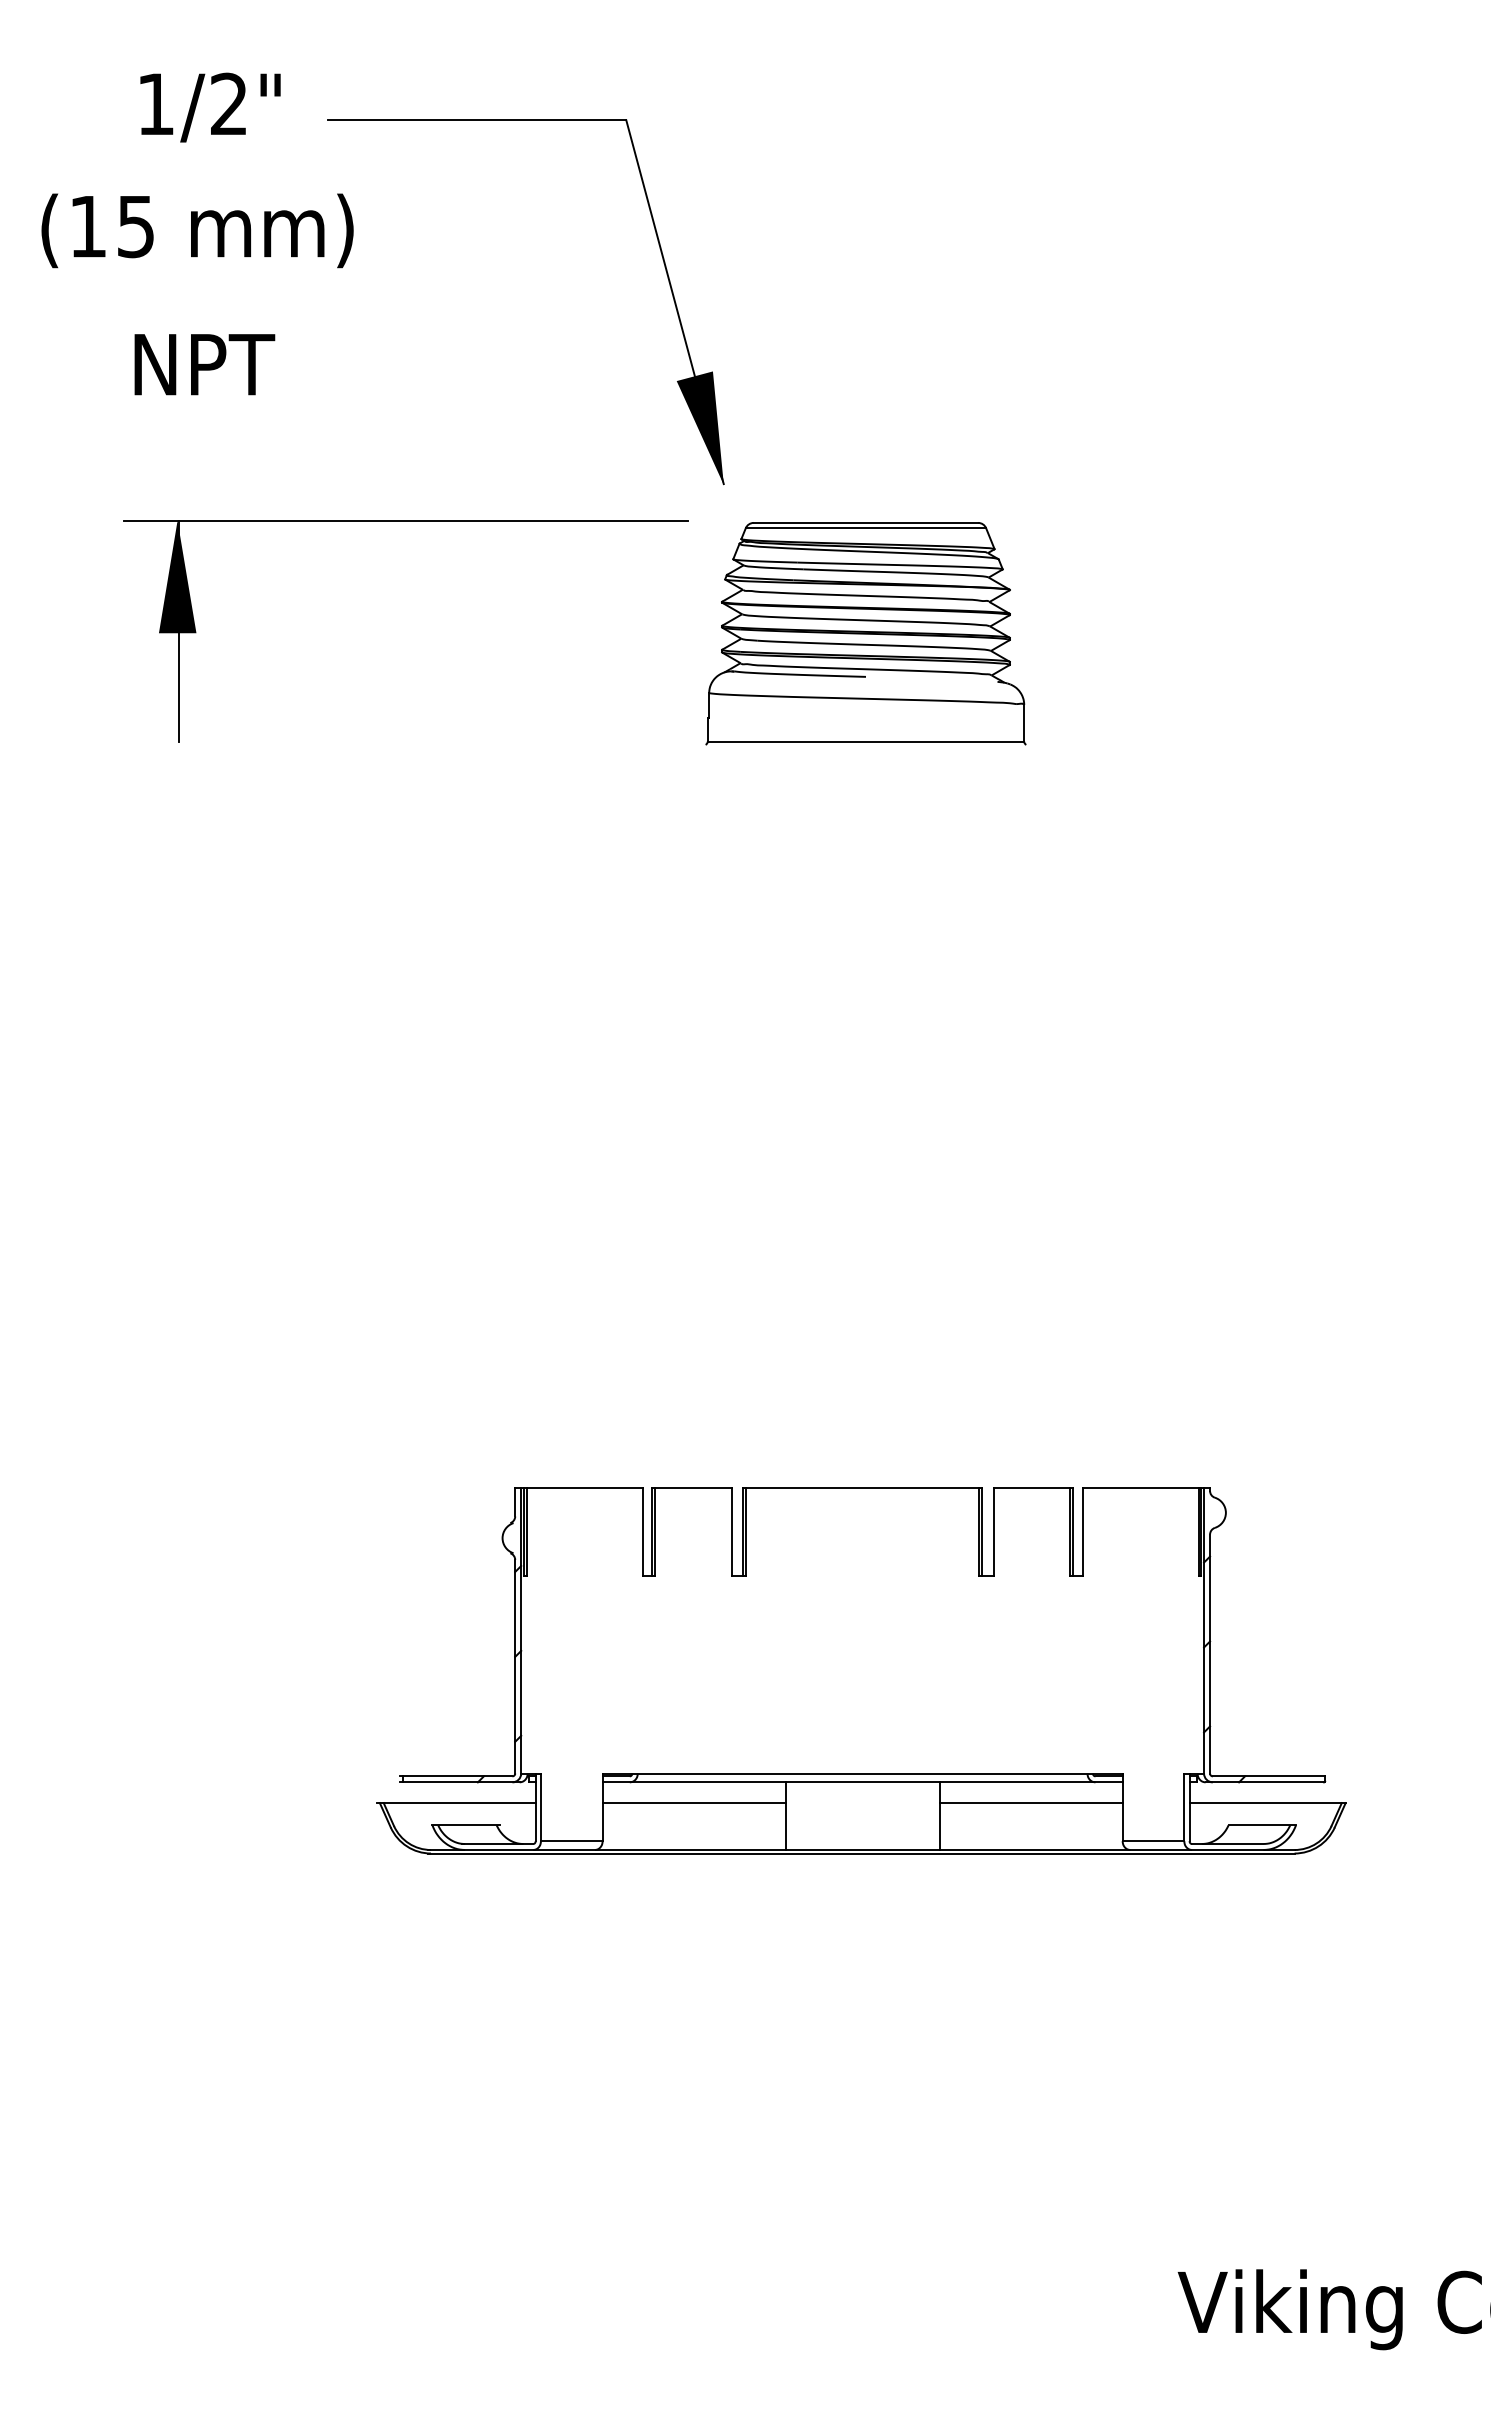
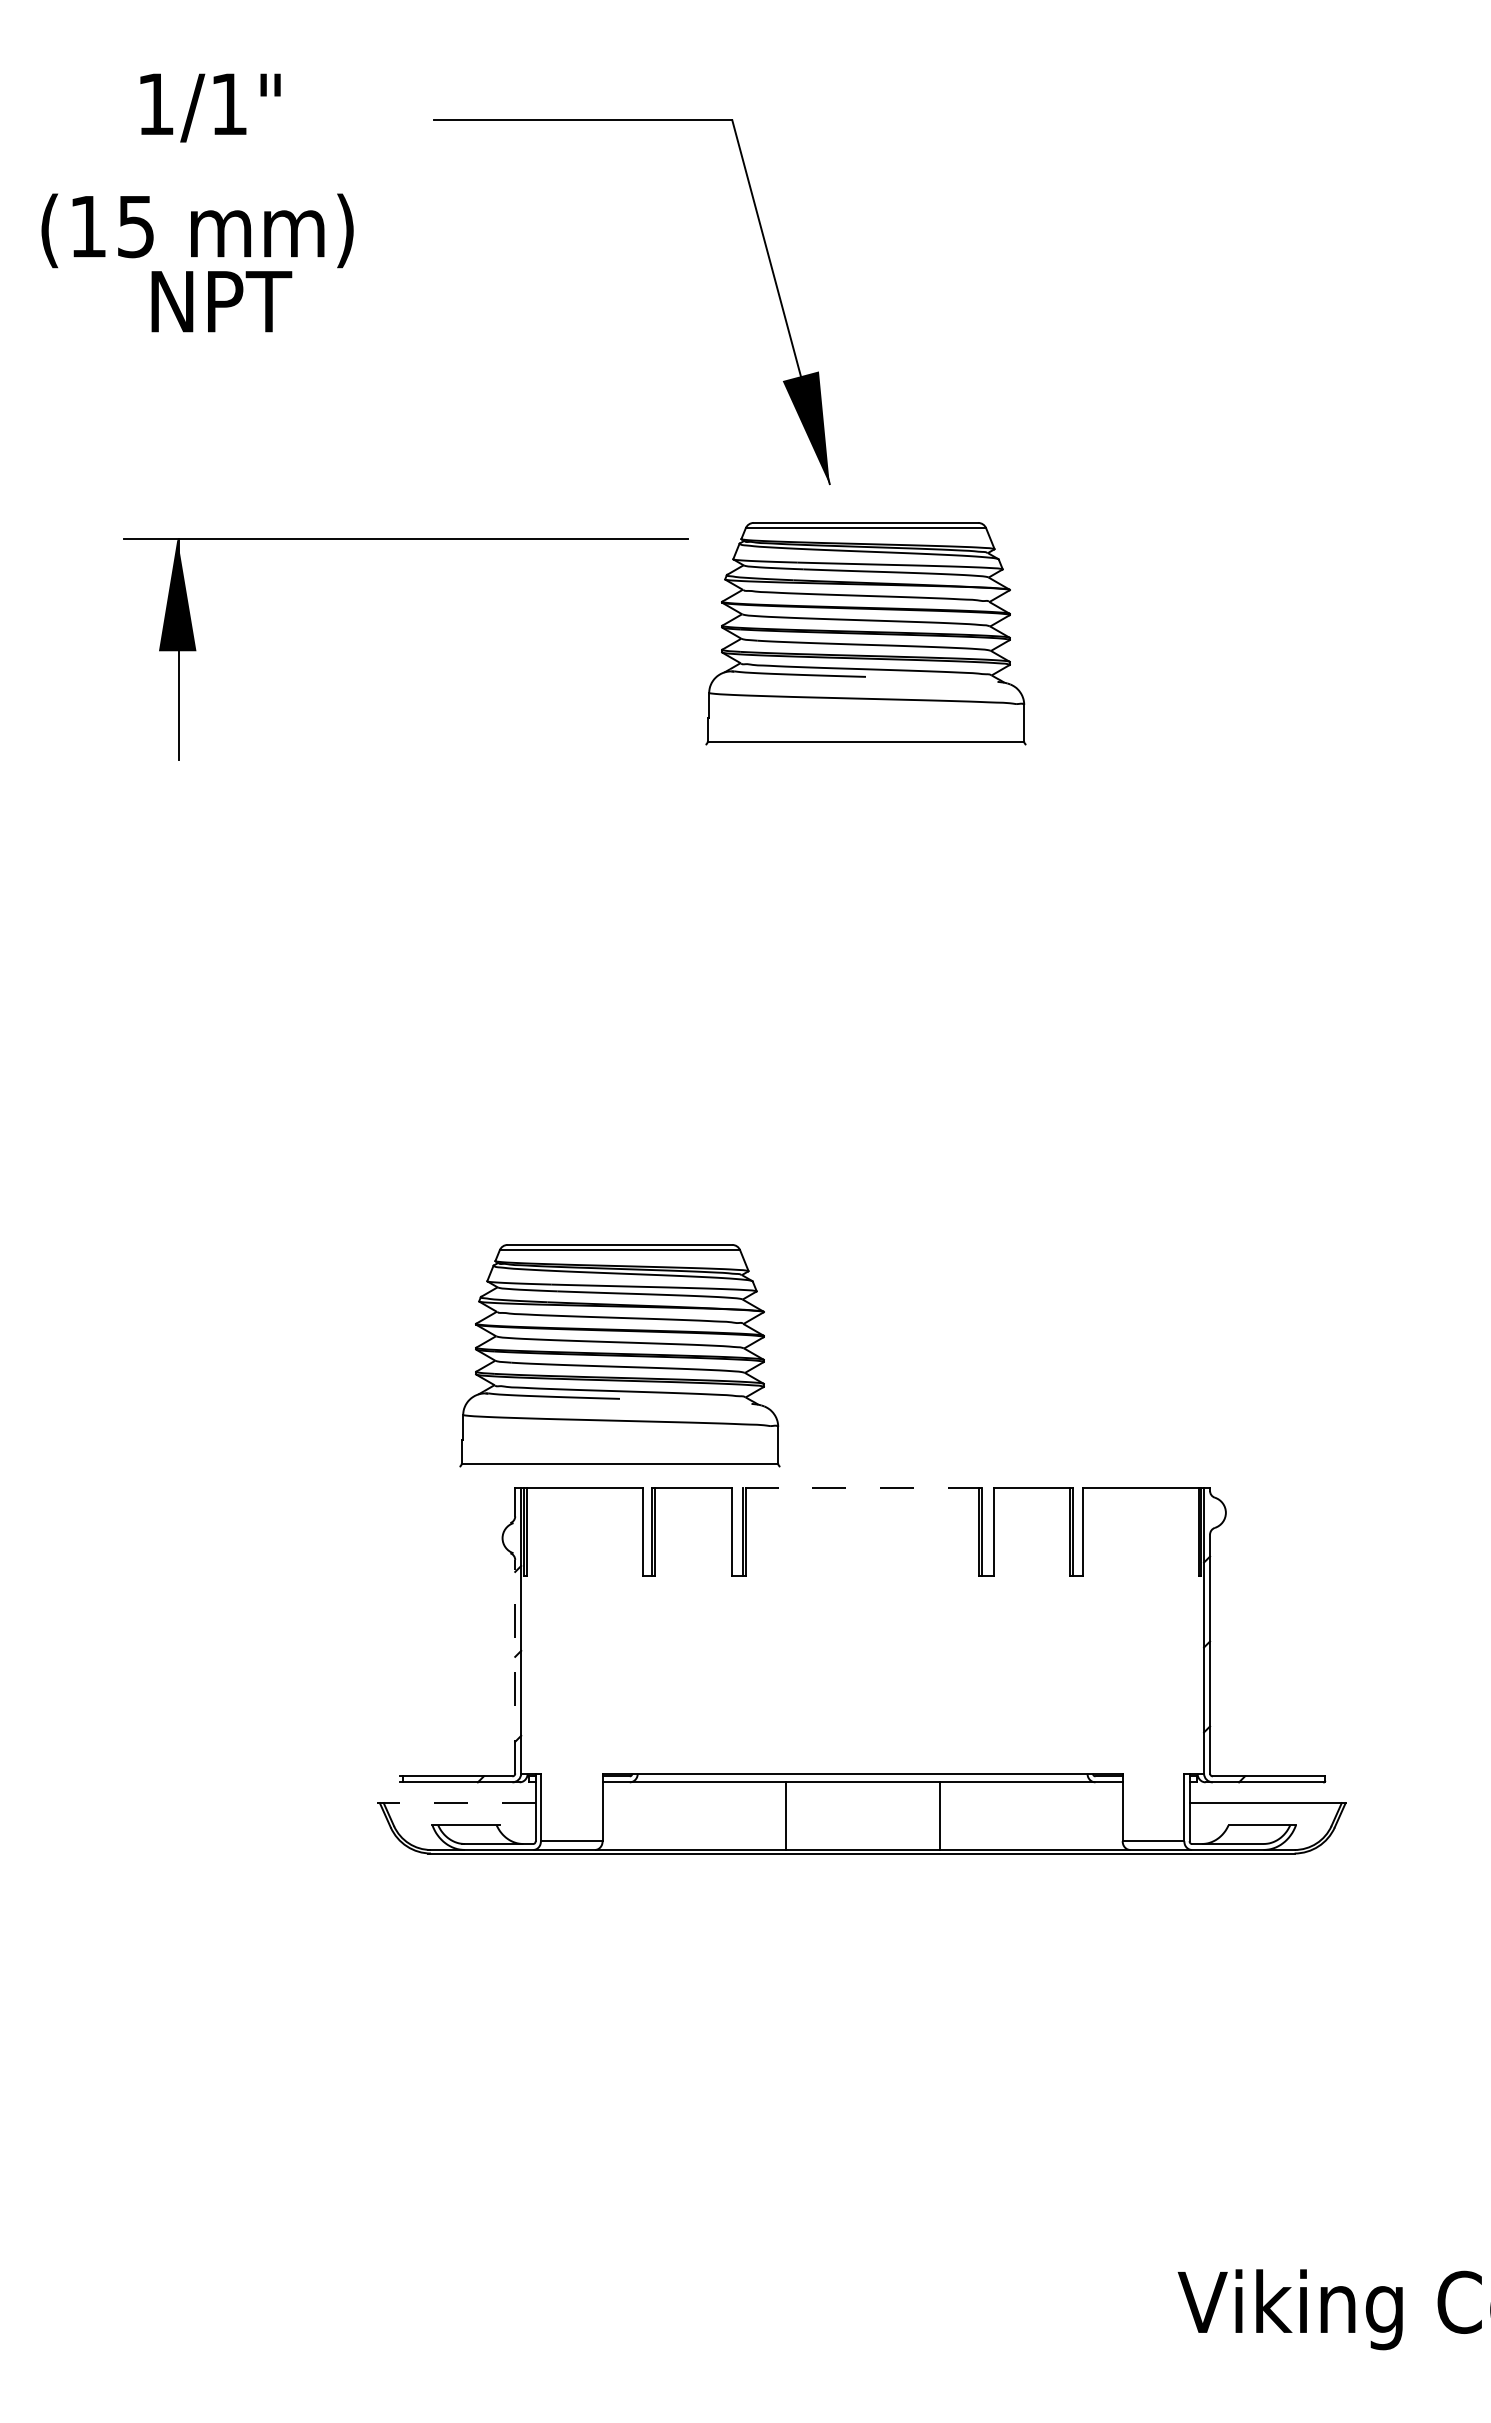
text at (228, 103): 1/2" -> 1/1"
part at (664, 267) position: (664, 267) -> (770, 267)
text at (204, 364) position: (204, 364) -> (221, 301)
part at (405, 521) position: (405, 521) -> (405, 539)
part at (619, 1355): none -> present
line at (862, 1488): solid -> dashed
line at (515, 1666): solid -> dashed
line at (456, 1803): solid -> dashed
line at (693, 1803): present -> none
line at (1030, 1803): present -> none
